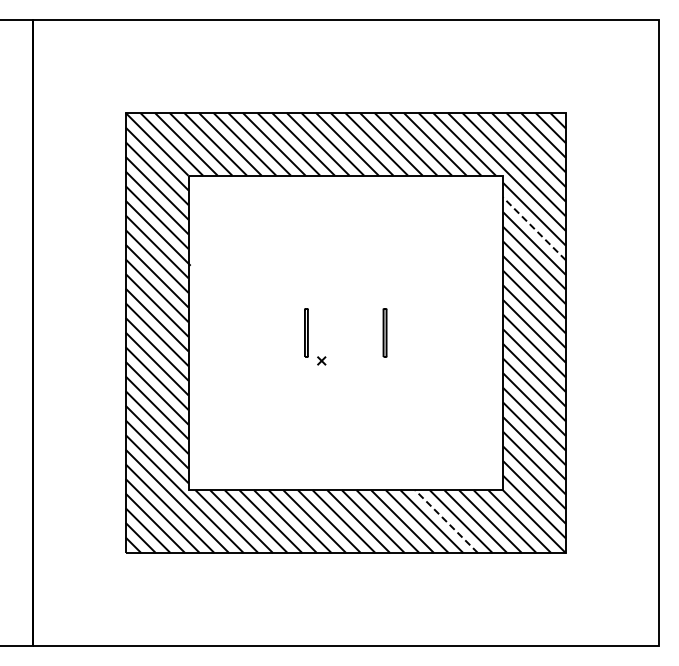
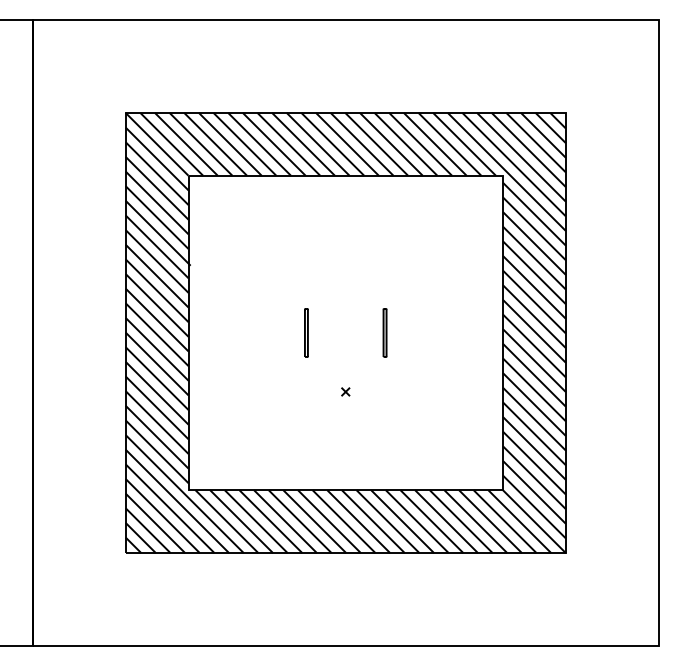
line at (534, 228): dashed -> solid
part at (321, 360) position: (321, 360) -> (345, 391)
line at (446, 521): dashed -> solid
